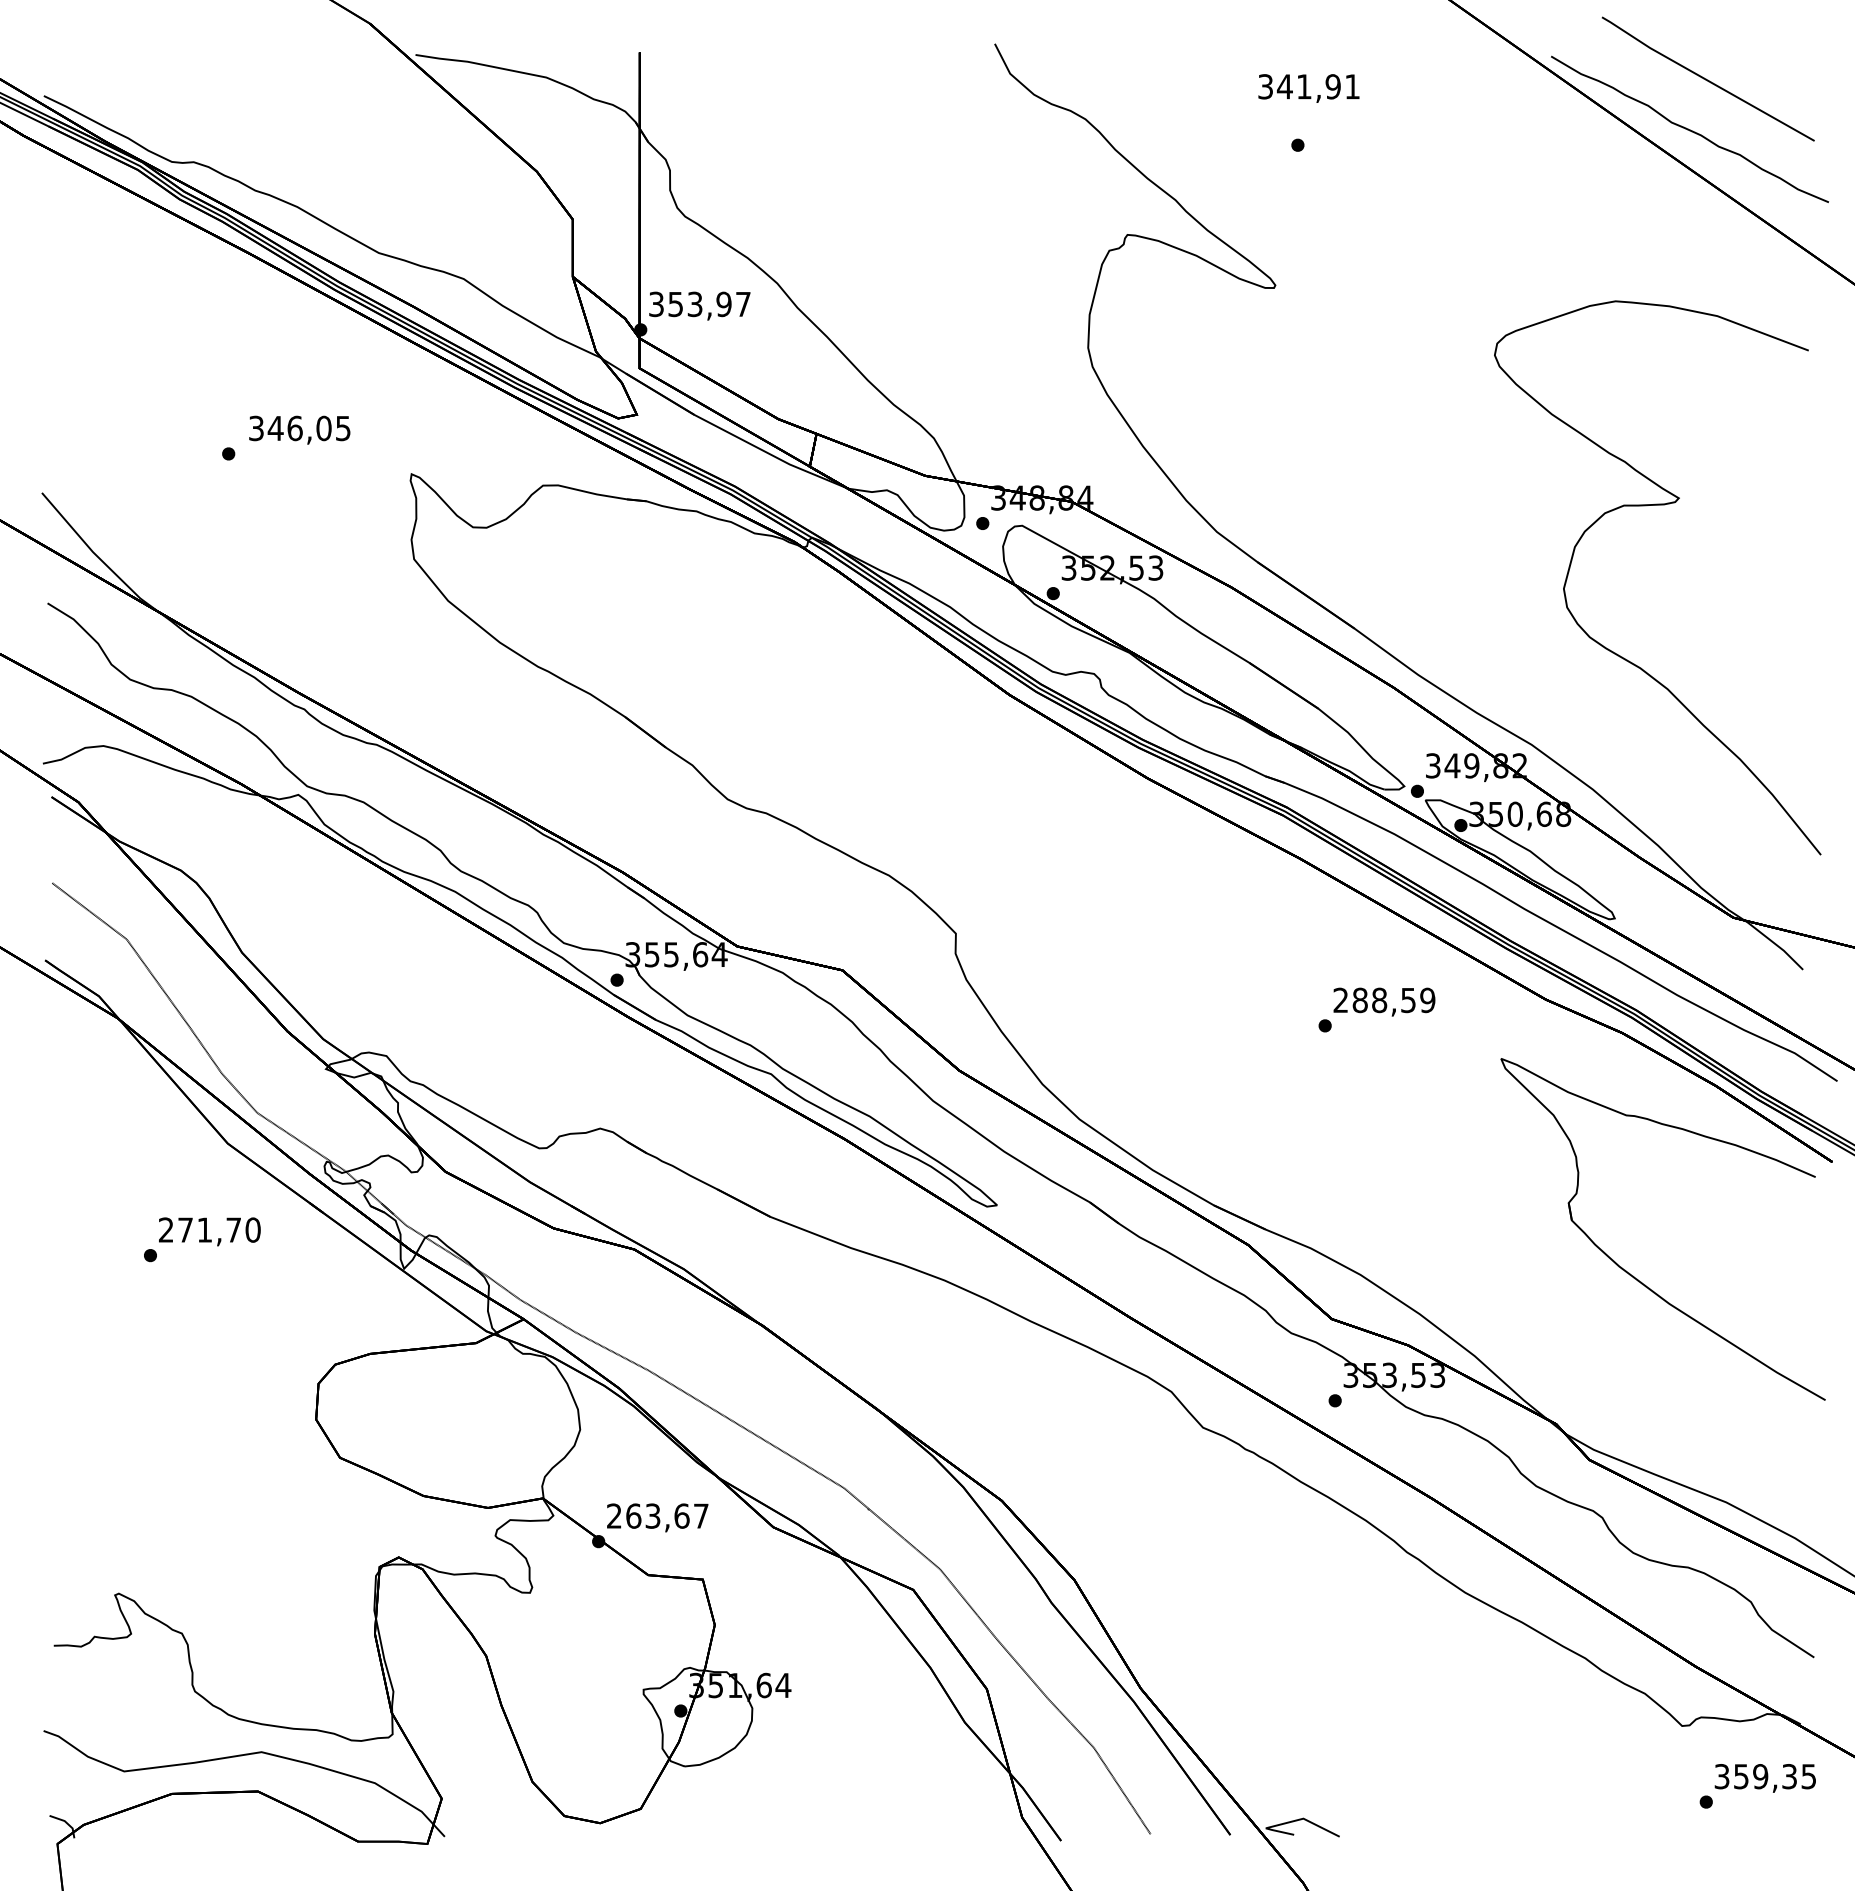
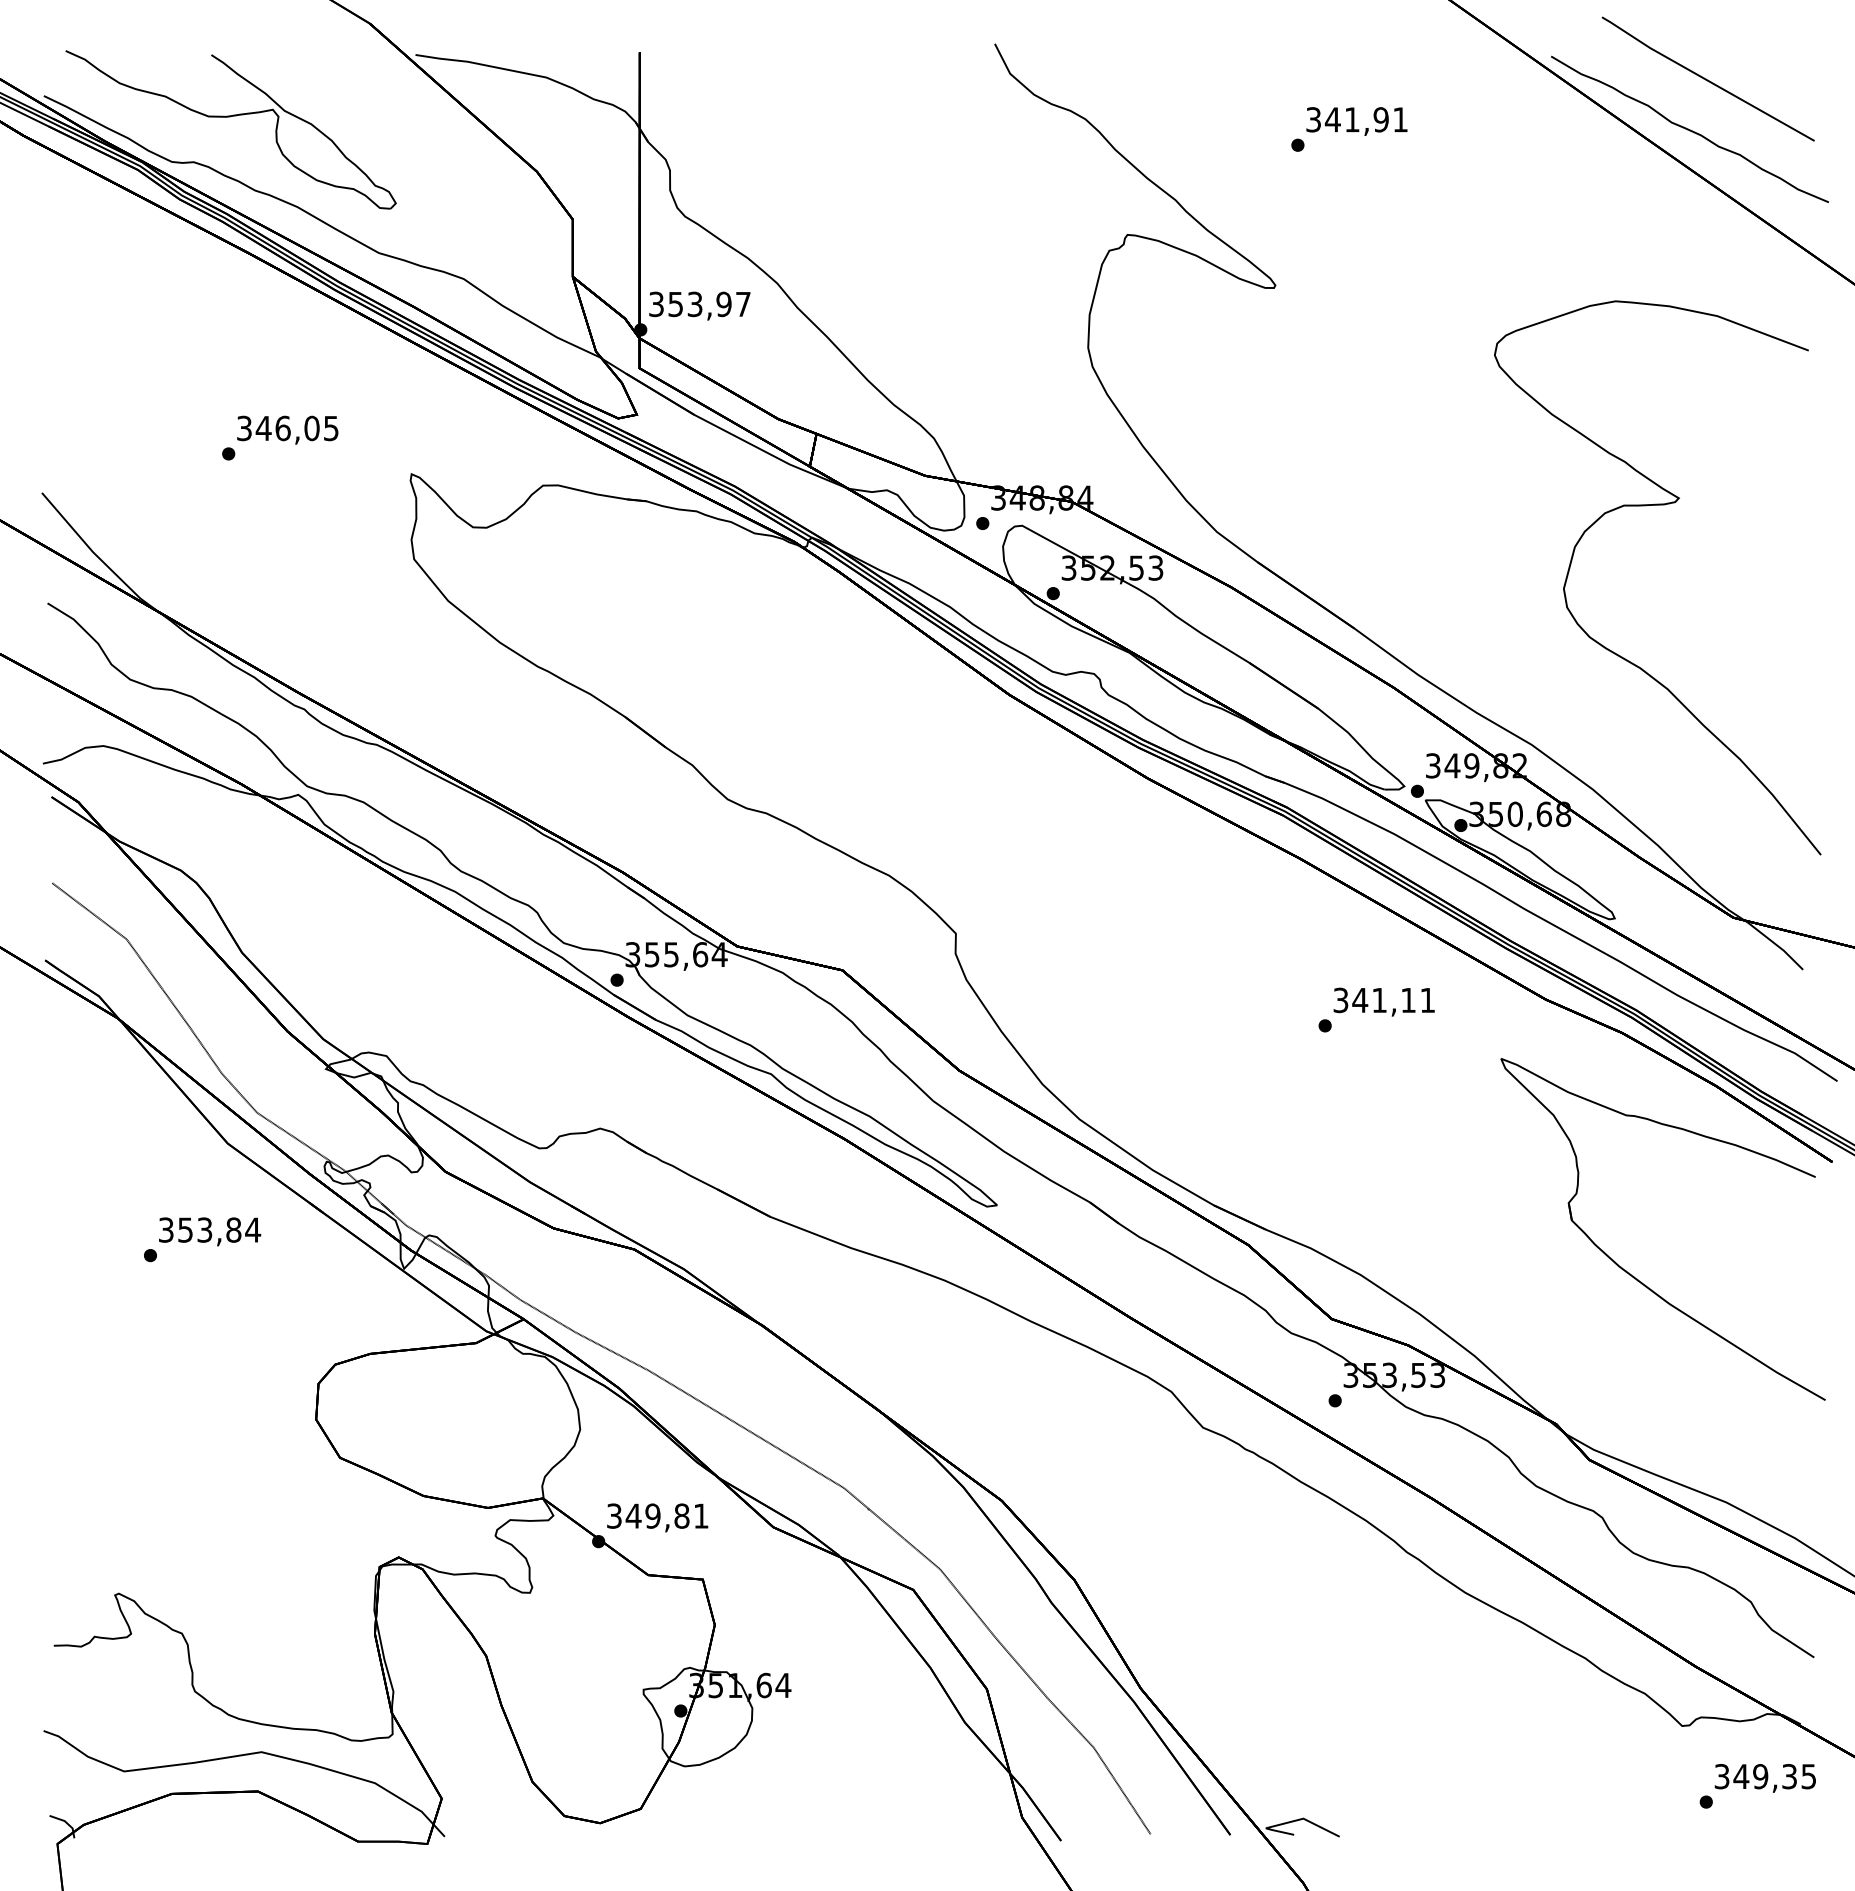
text at (1308, 88) position: (1308, 88) -> (1356, 121)
part at (230, 117): none -> present
text at (299, 429) position: (299, 429) -> (287, 429)
text at (1384, 1000): 288,59 -> 341,11
text at (210, 1229): 271,70 -> 353,84
text at (657, 1515): 263,67 -> 349,81
text at (1741, 1776): 359,35 -> 349,35
